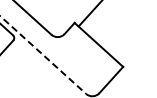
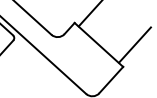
line at (134, 44): none -> present
line at (43, 55): dashed -> solid
